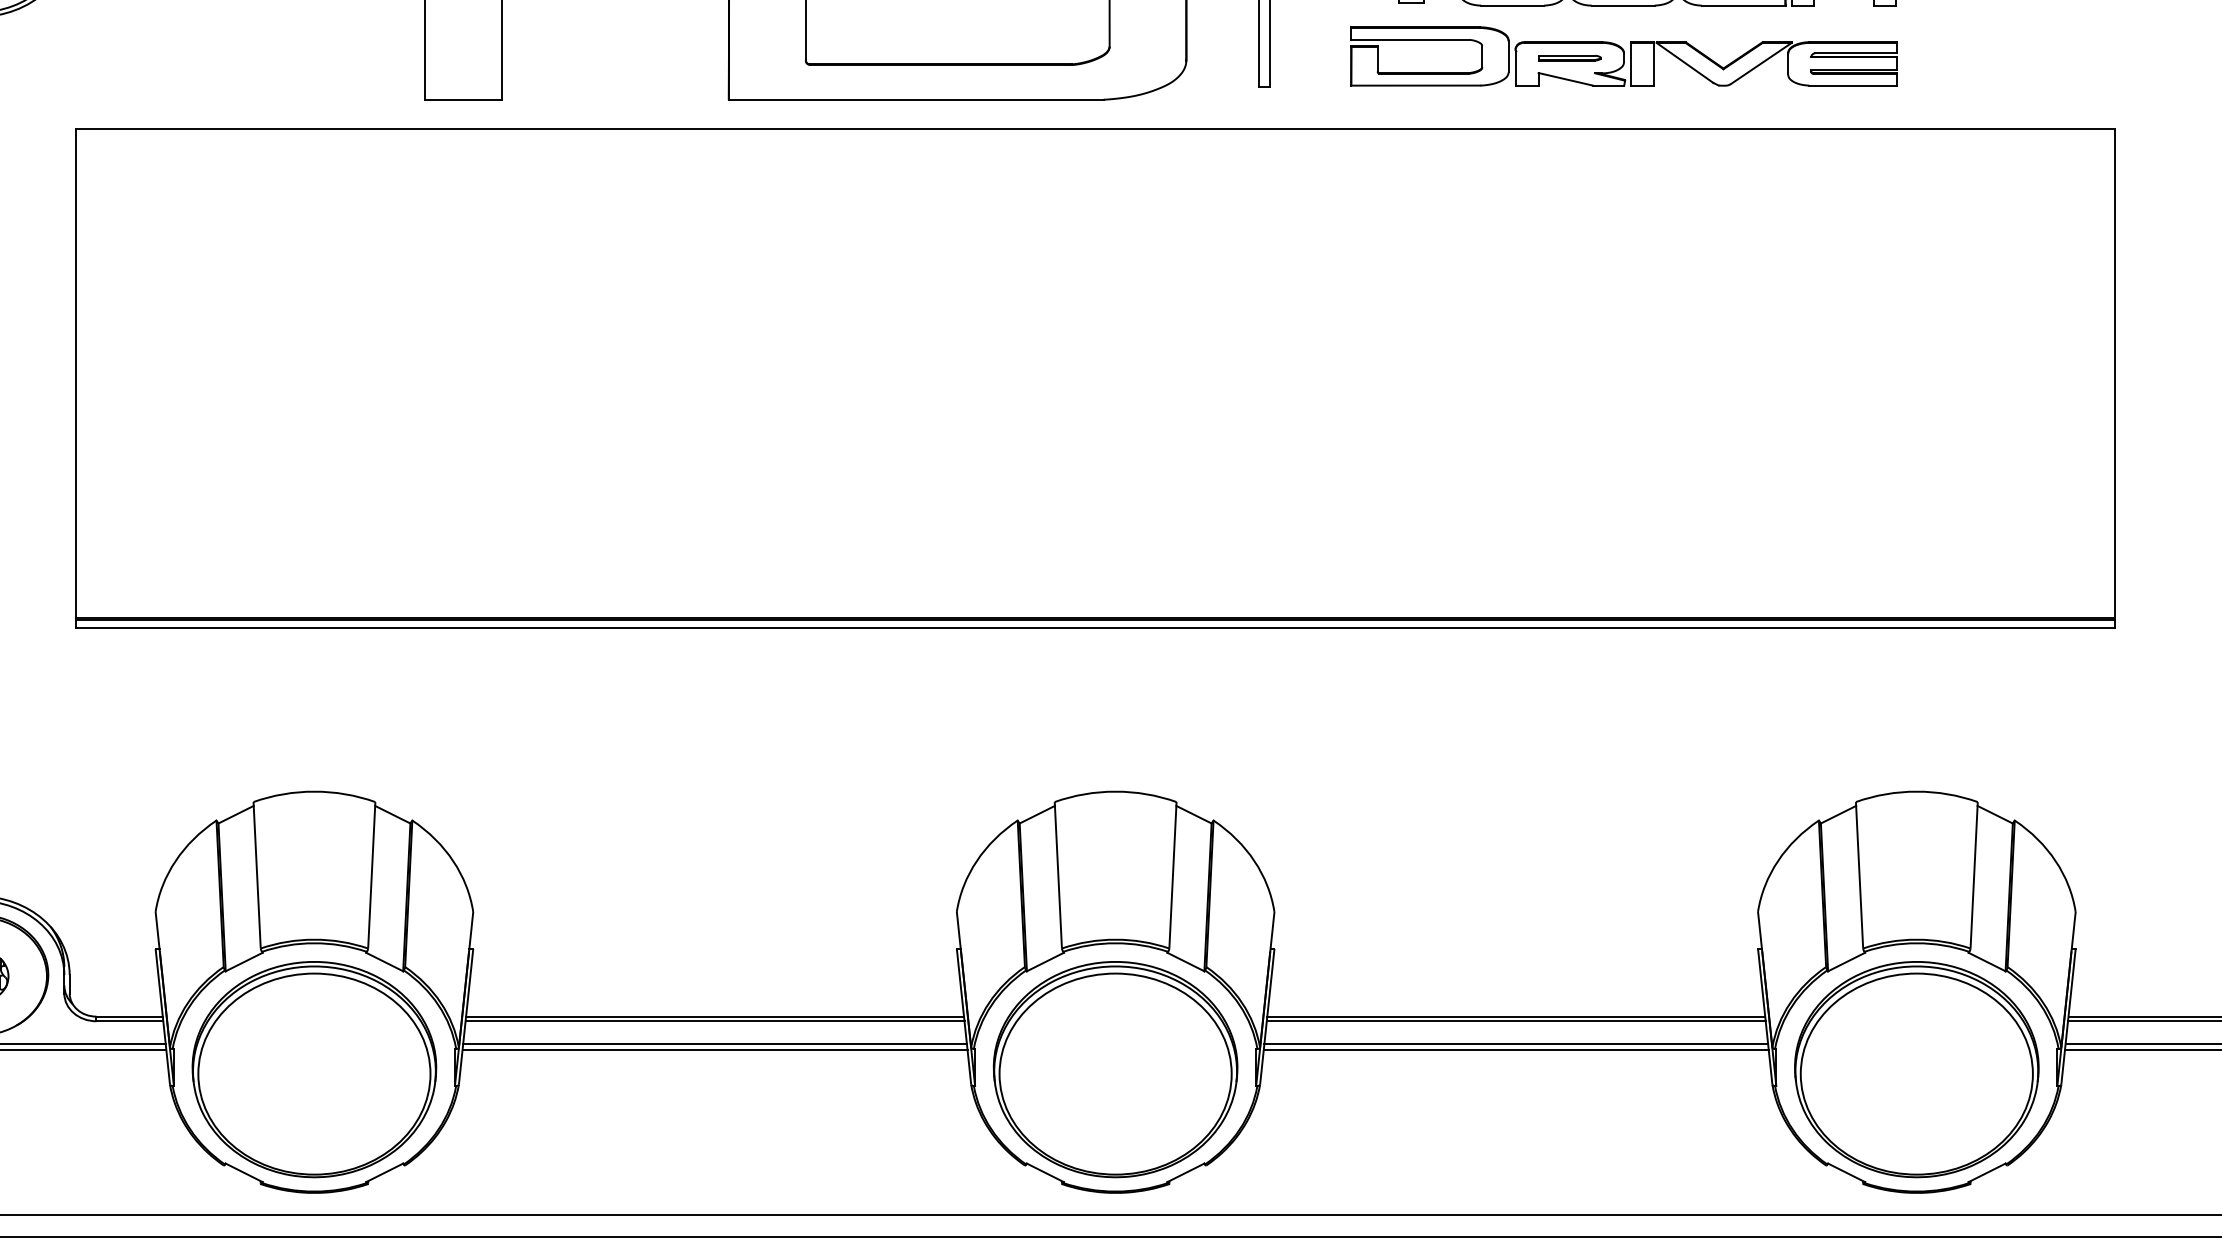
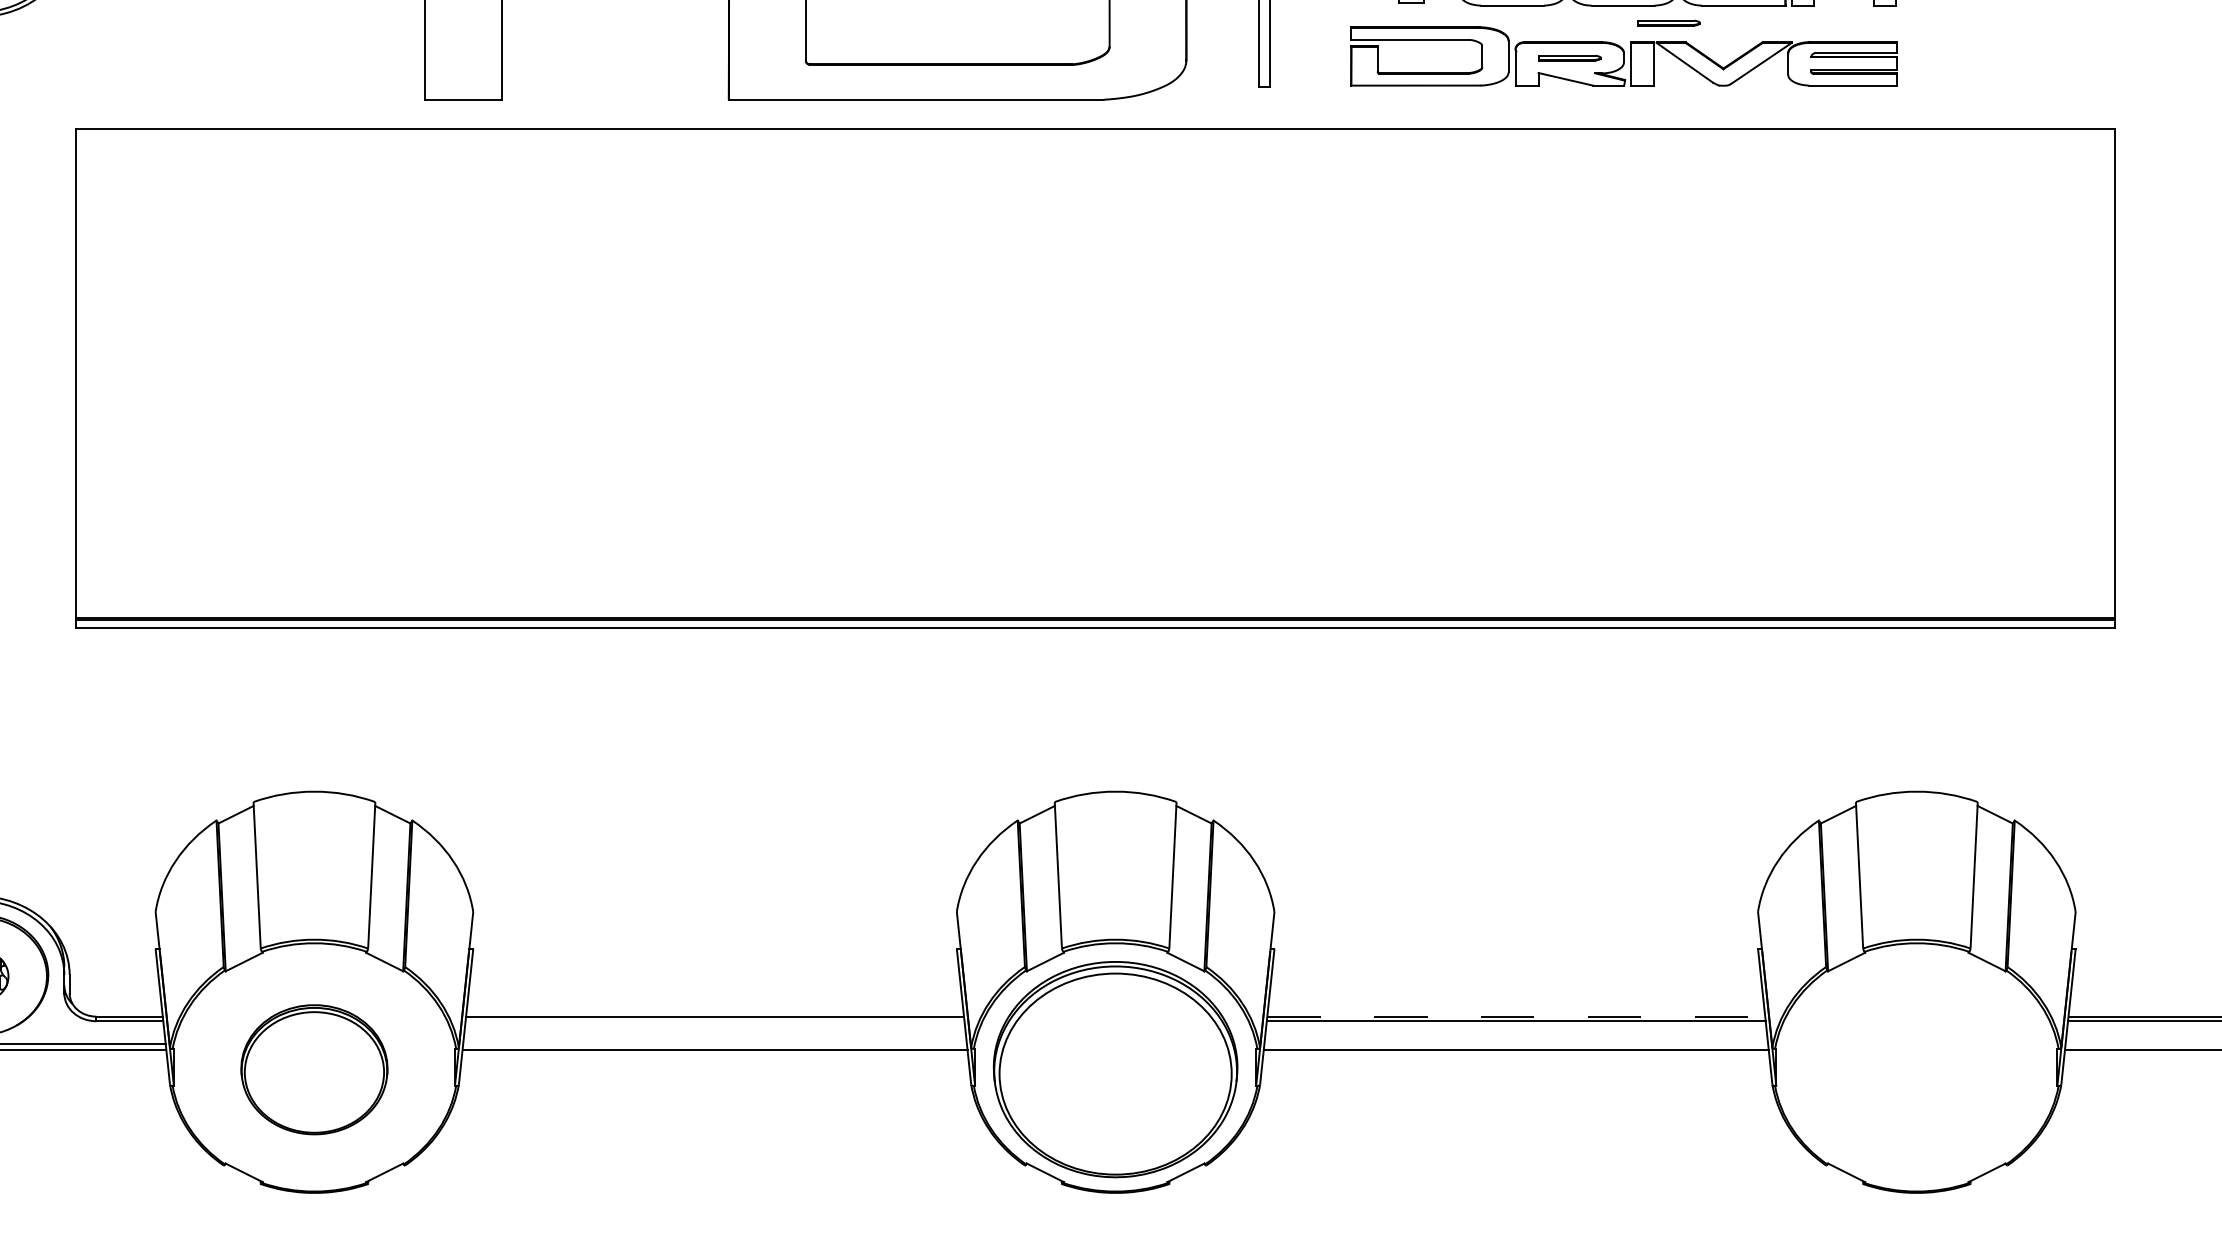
part at (1668, 23): none -> present
line at (1516, 1016): solid -> dashed
line at (714, 1021): present -> none
line at (714, 1044): present -> none
line at (1516, 1044): present -> none
line at (2141, 1044): present -> none
part at (314, 1069) size: 247x218 px -> 149x132 px
part at (1916, 1069): present -> none
line at (1110, 1215): present -> none
line at (1110, 1236): present -> none
